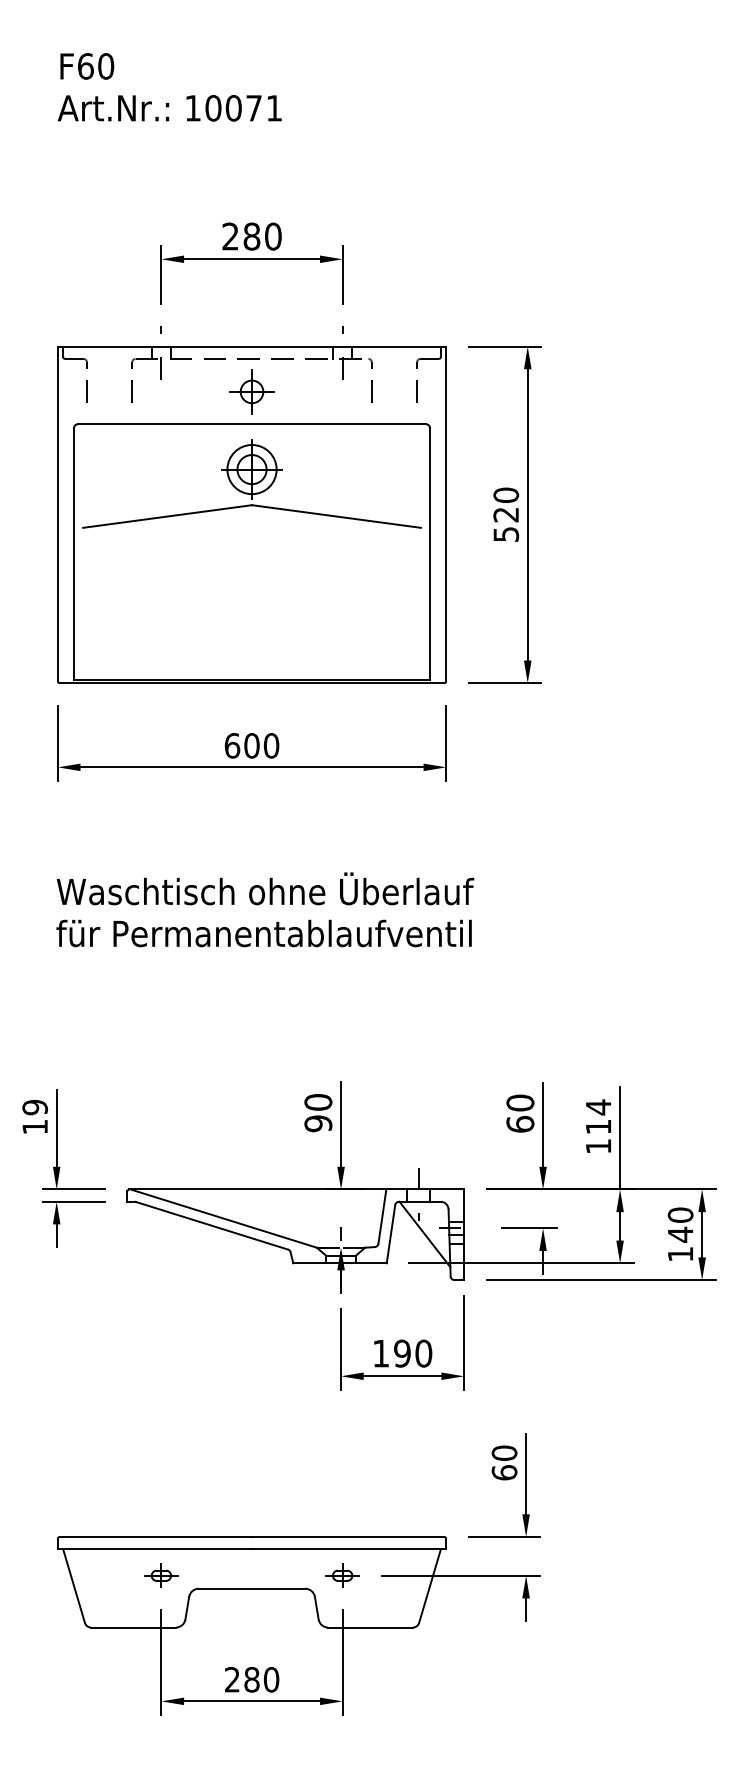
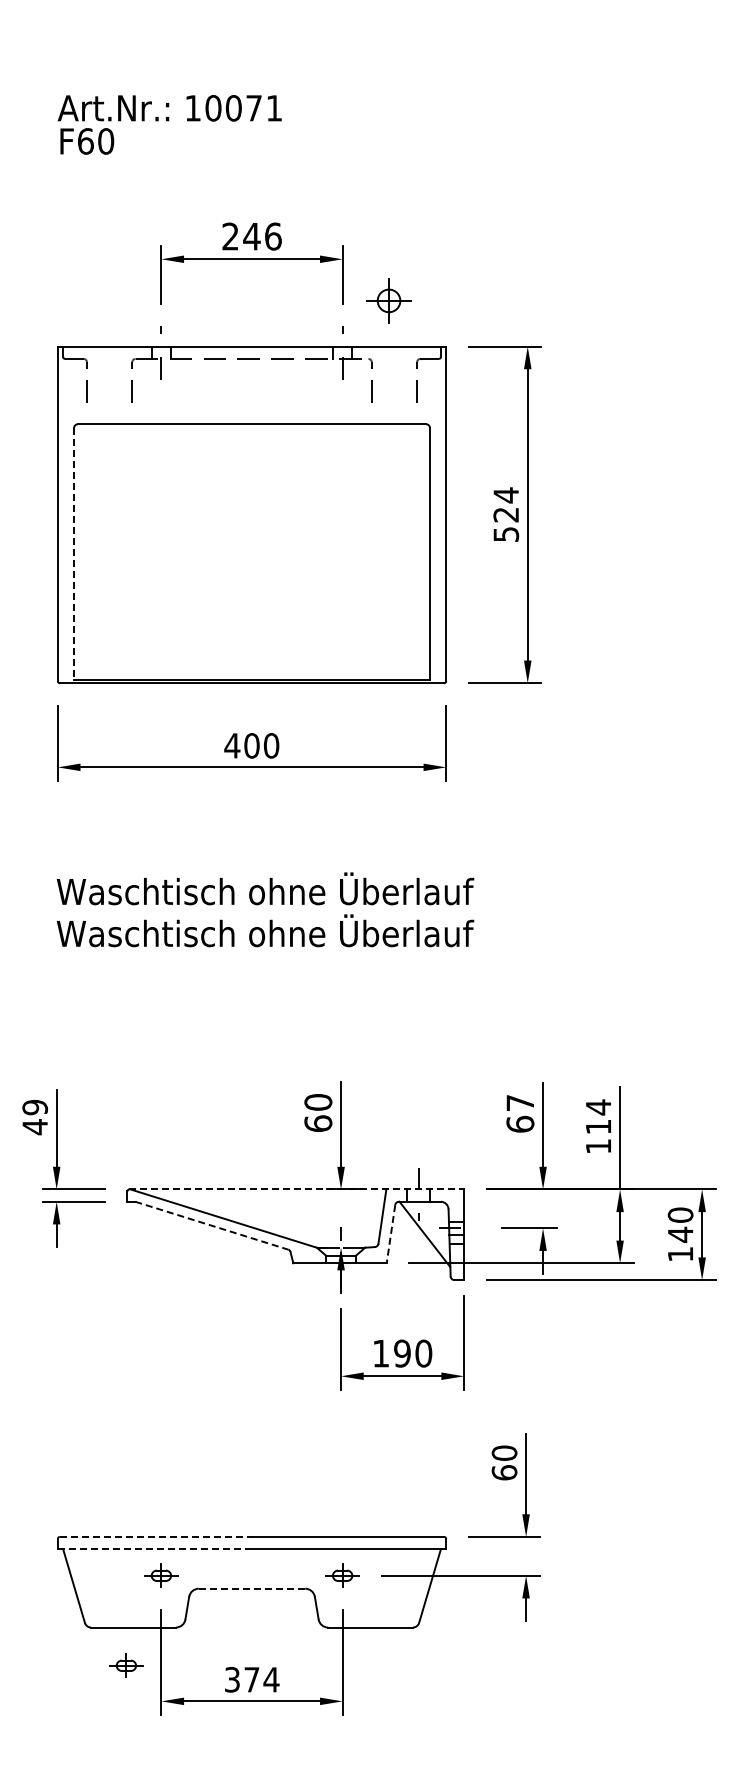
text at (87, 66) position: (87, 66) -> (87, 141)
text at (262, 236): 280 -> 246
part at (251, 391) position: (251, 391) -> (388, 300)
part at (251, 483): present -> none
text at (506, 495): 520 -> 524
line at (74, 554): solid -> dashed
text at (232, 745): 600 -> 400
text at (265, 930): für Permanentablaufventil -> Waschtisch ohne Überlauf
text at (520, 1102): 60 -> 67
text at (318, 1123): 90 -> 60
text at (34, 1127): 19 -> 49
line at (297, 1189): solid -> dashed
line at (212, 1225): solid -> dashed
line at (390, 1234): solid -> dashed
line at (156, 1536): solid -> dashed
line at (155, 1549): solid -> dashed
line at (252, 1588): solid -> dashed
part at (126, 1665): none -> present
text at (252, 1679): 280 -> 374
